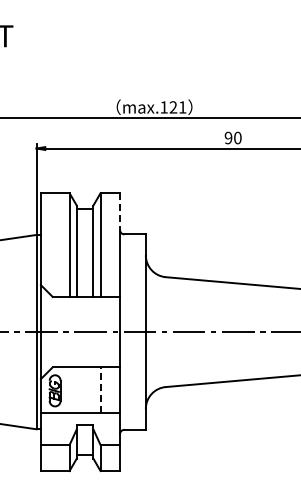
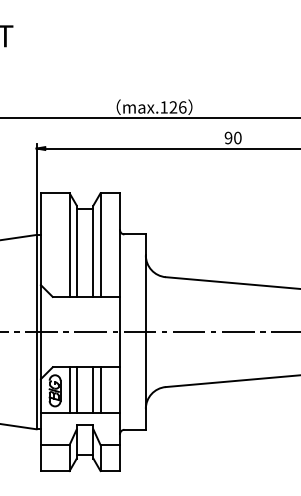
text at (182, 107): max.121 -> max.126
line at (120, 212): dashed -> solid
line at (69, 389): none -> present
line at (76, 389): none -> present
line at (93, 389): none -> present
line at (100, 390): dashed -> solid
